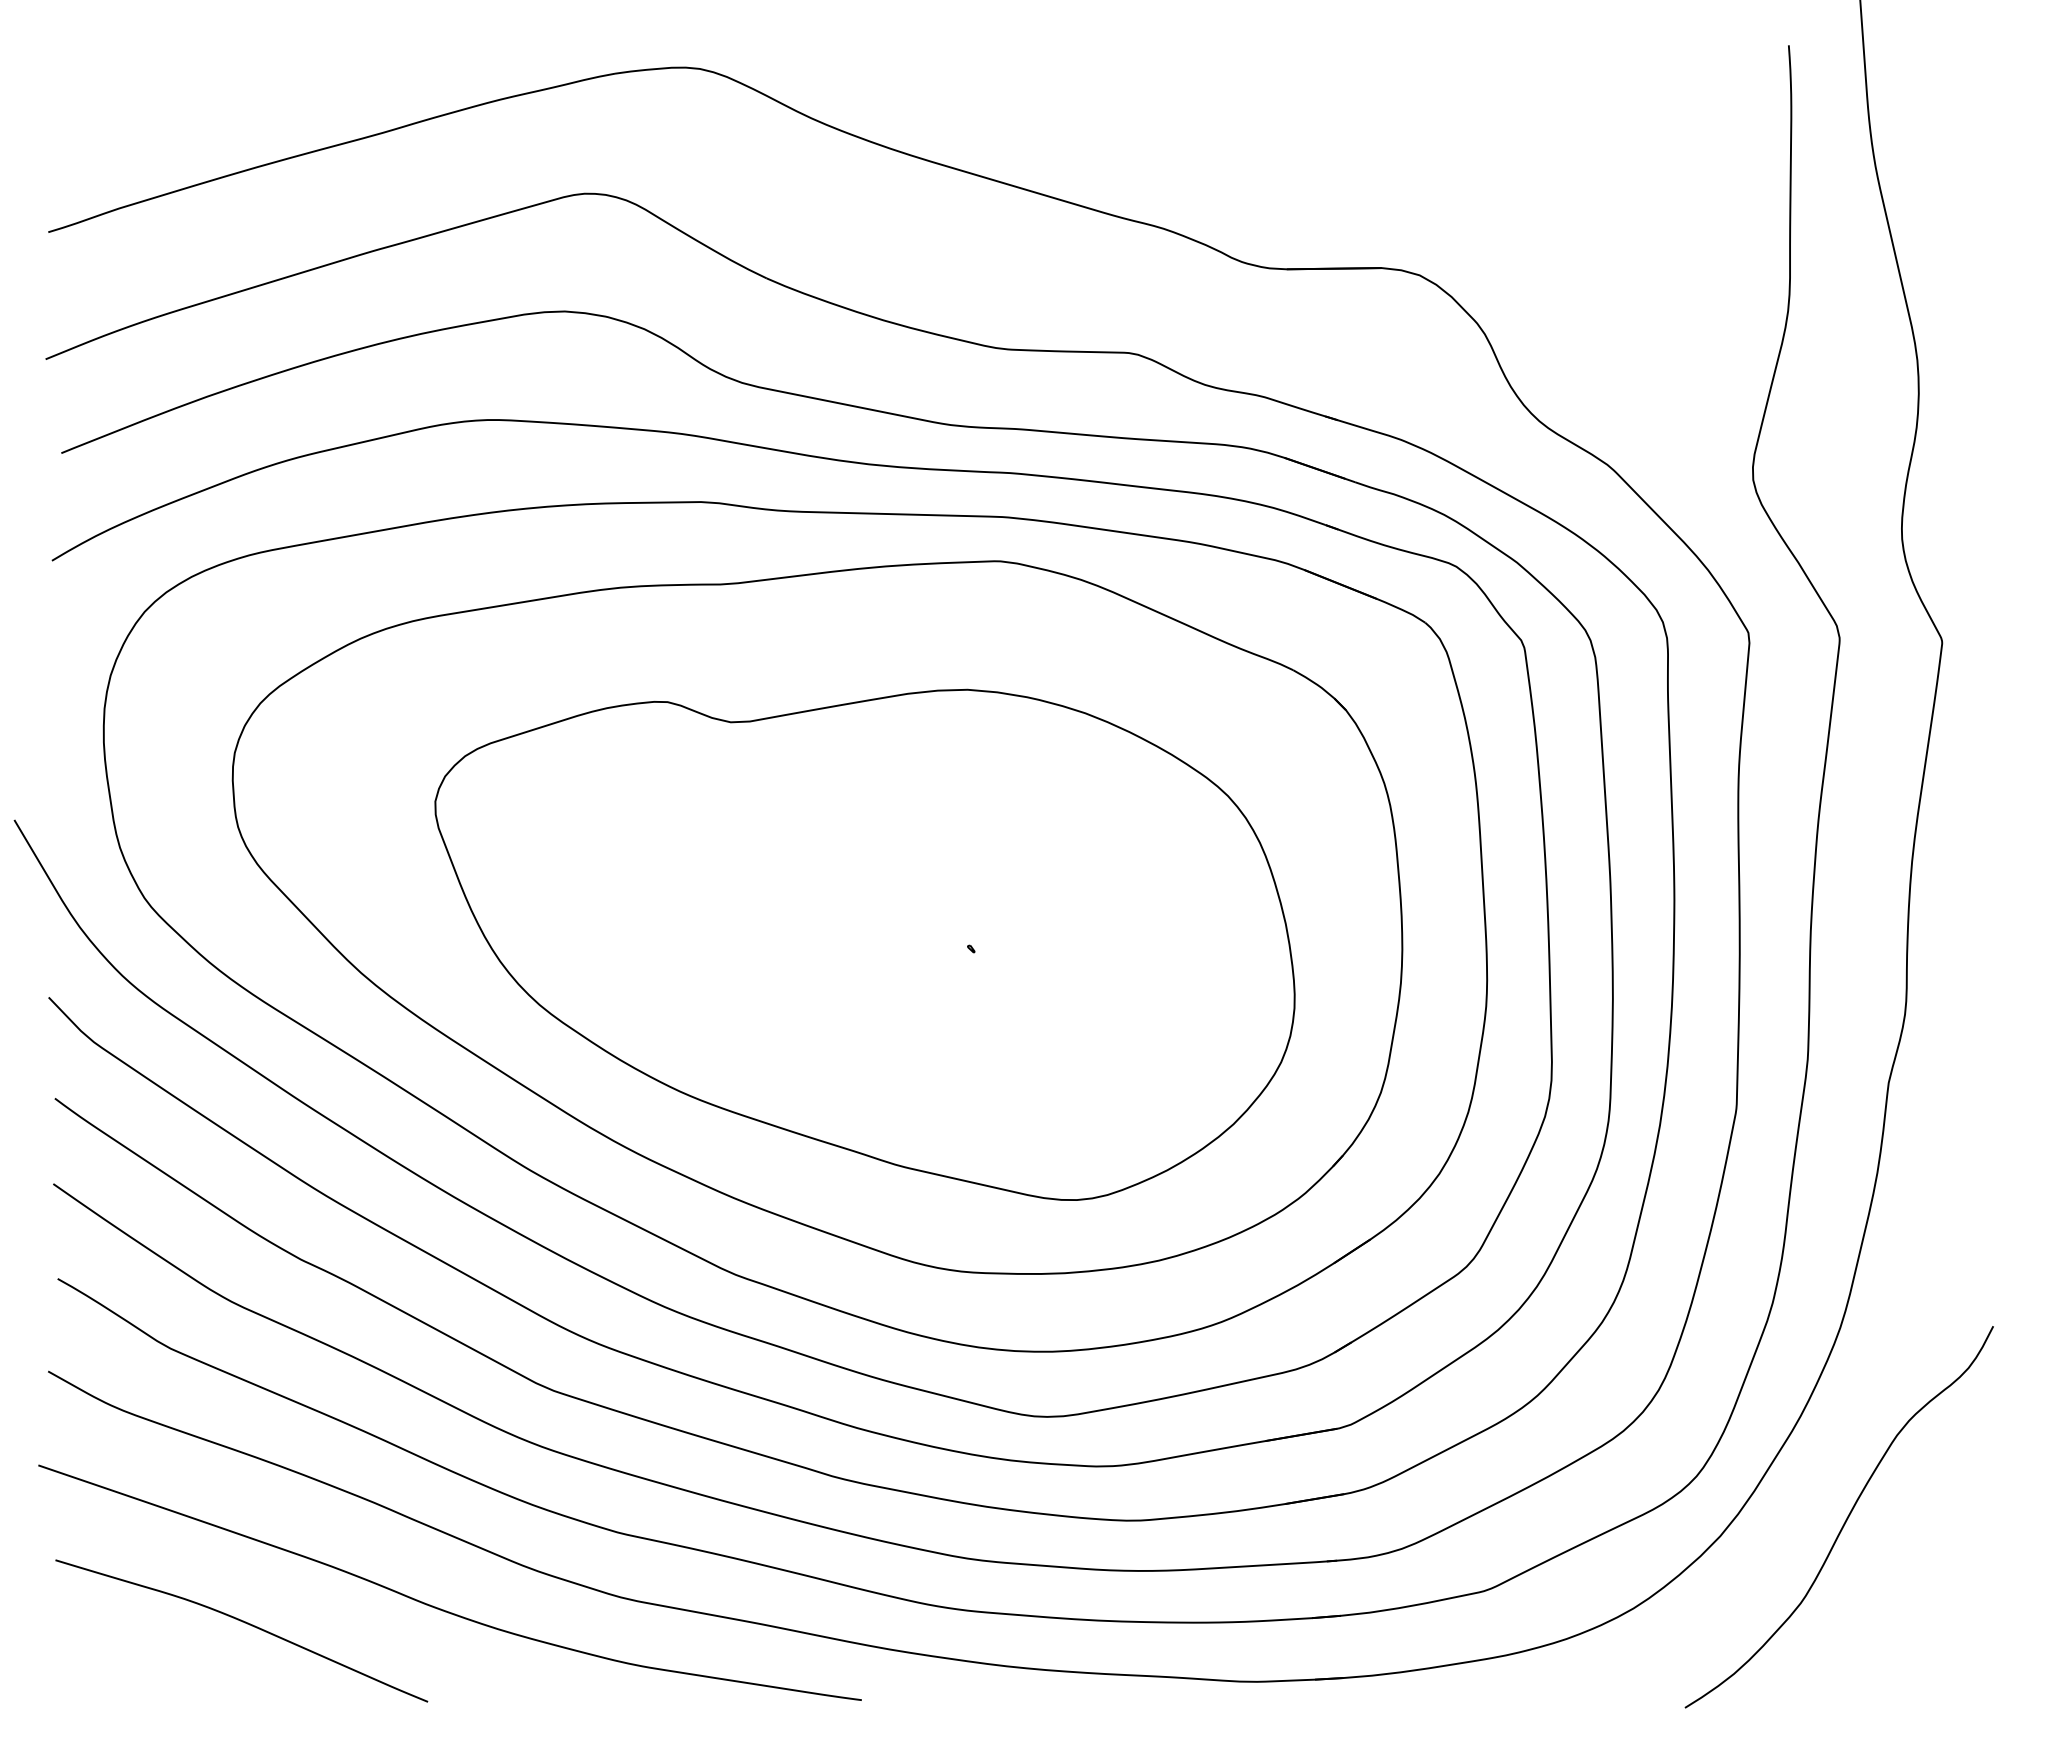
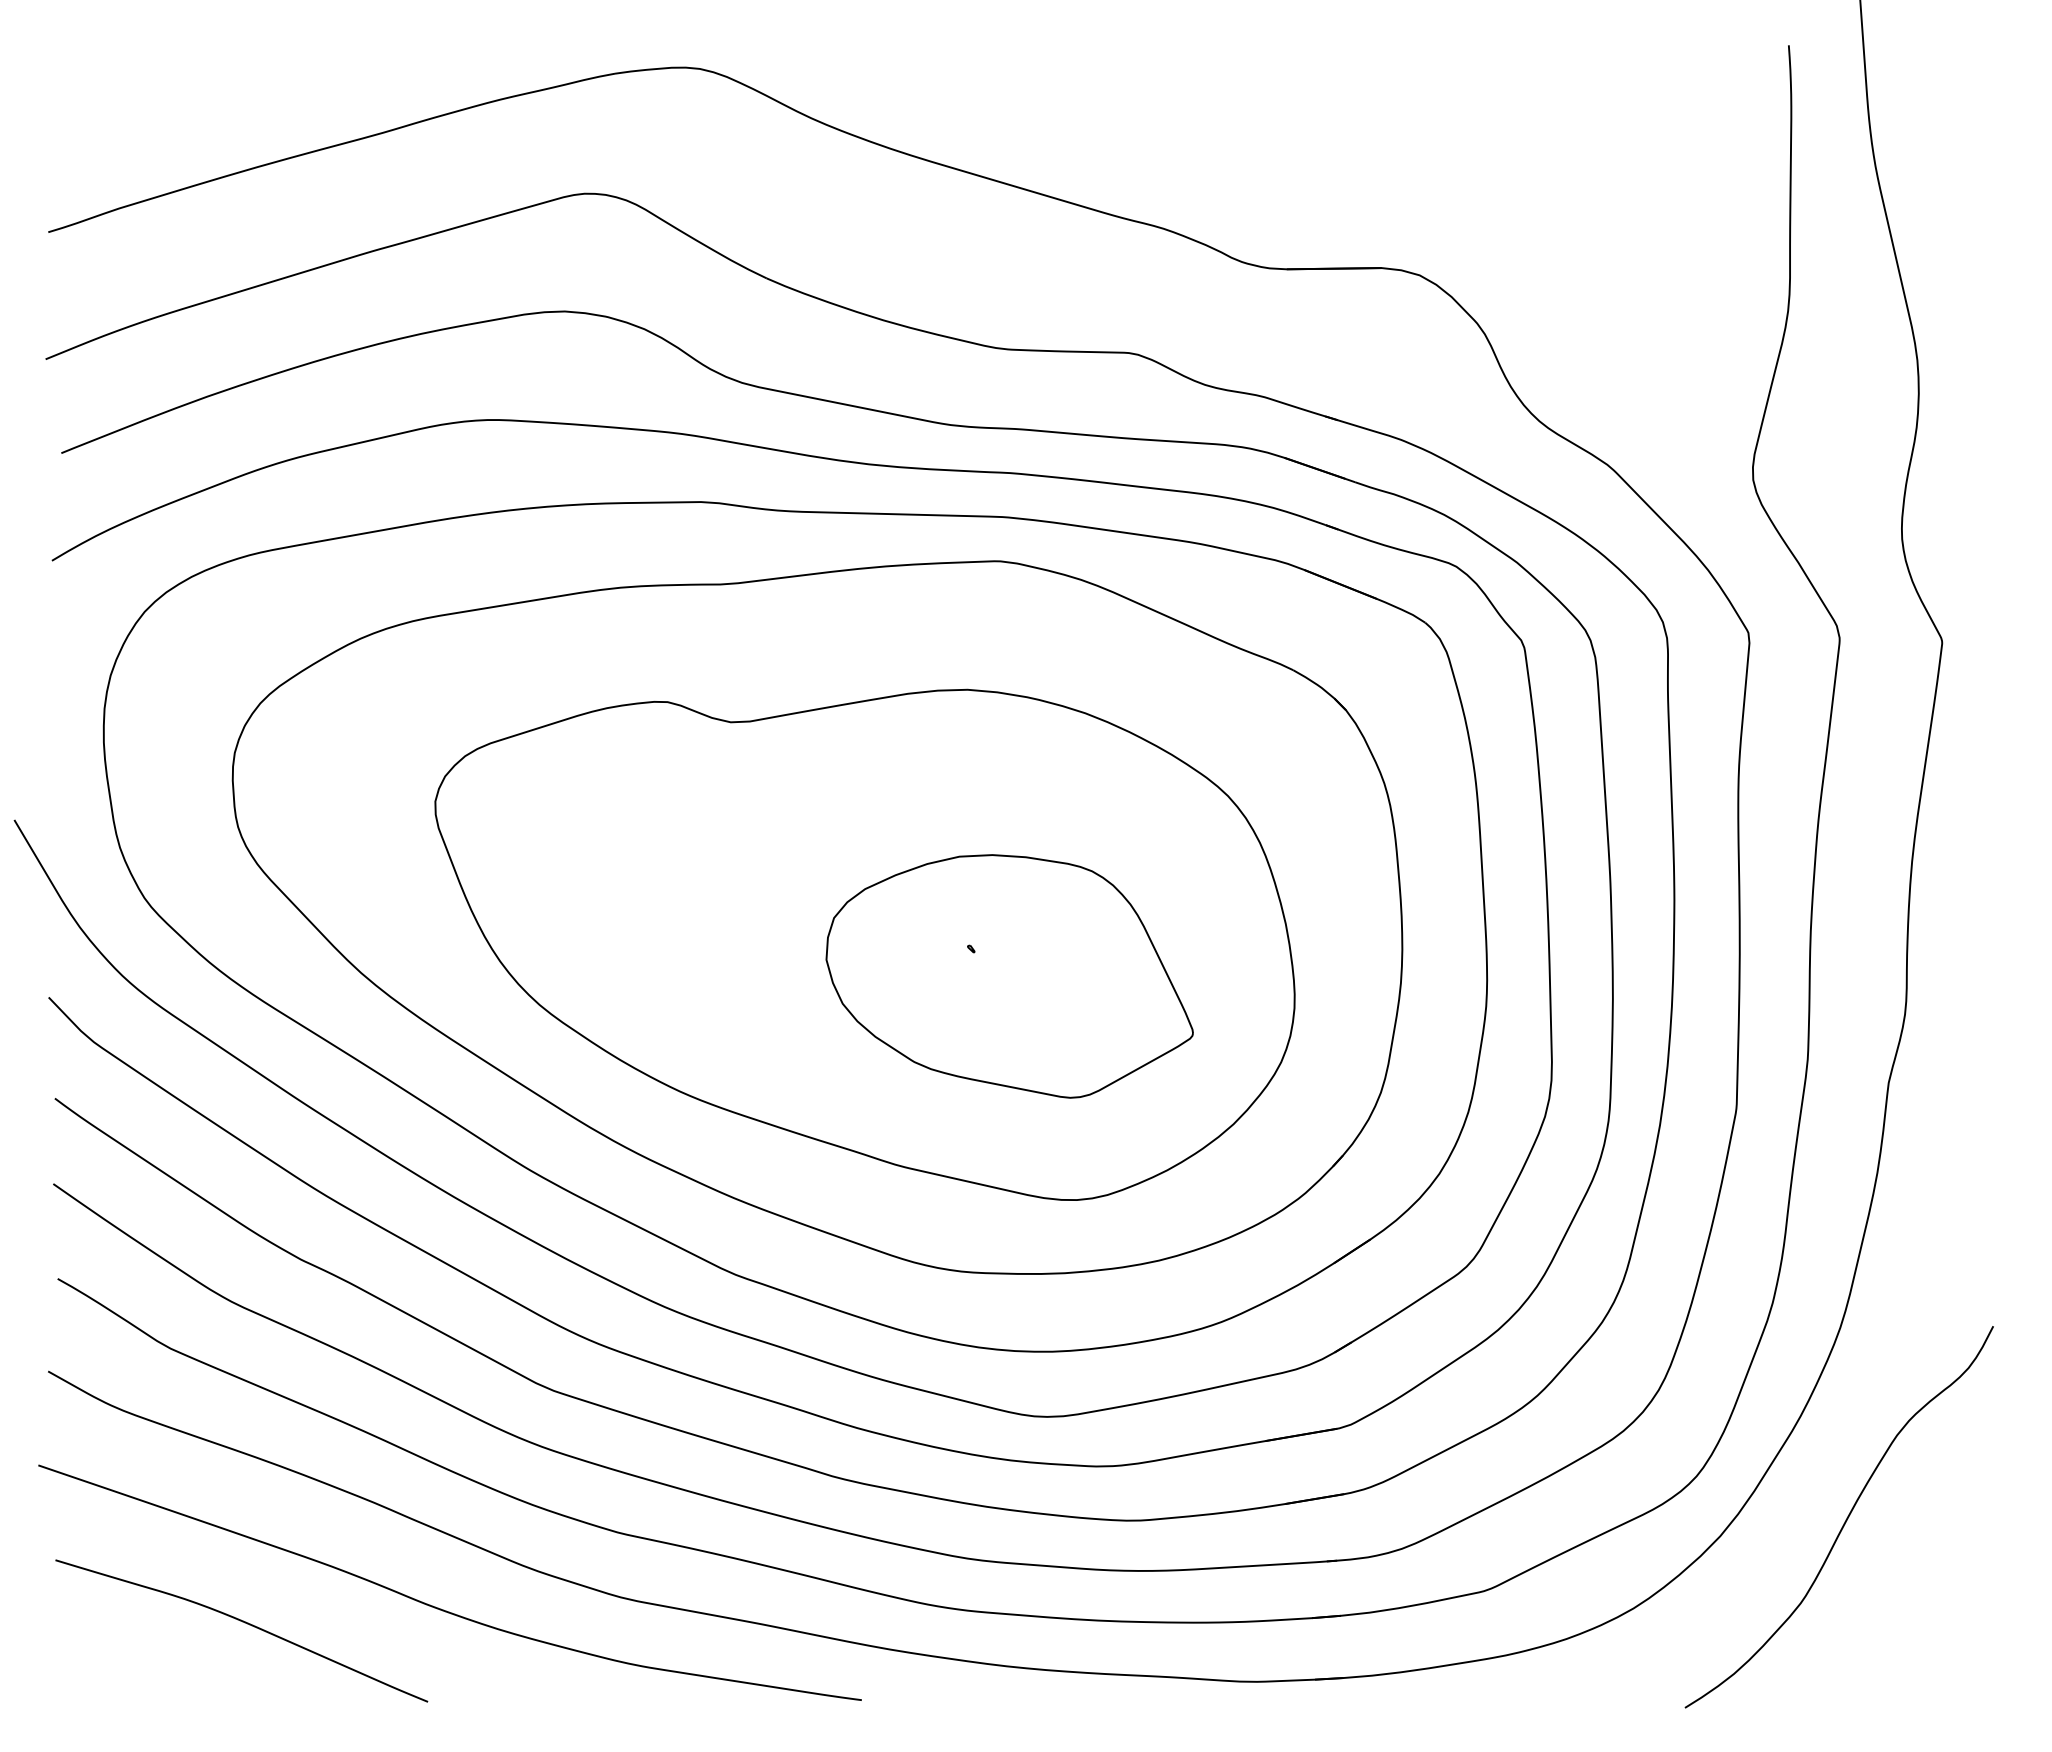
part at (1009, 976): none -> present
